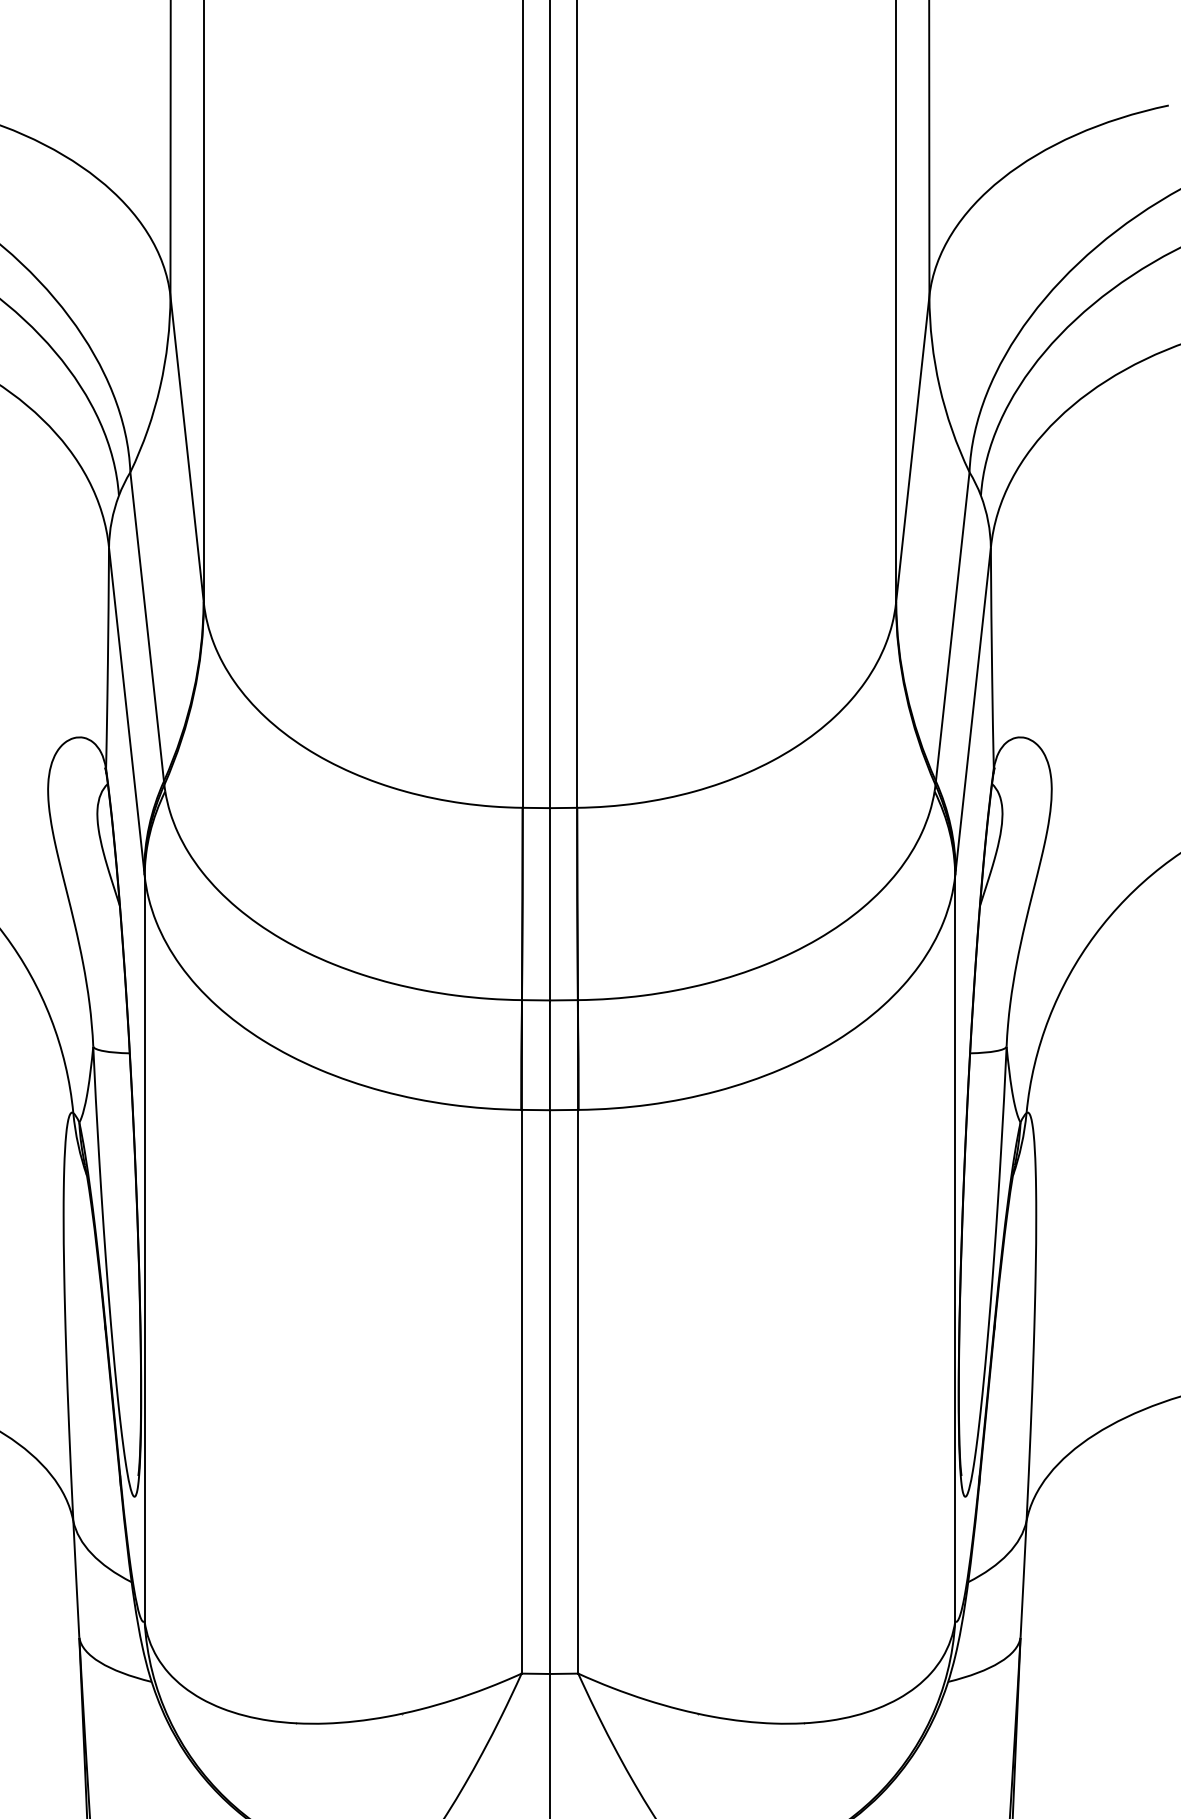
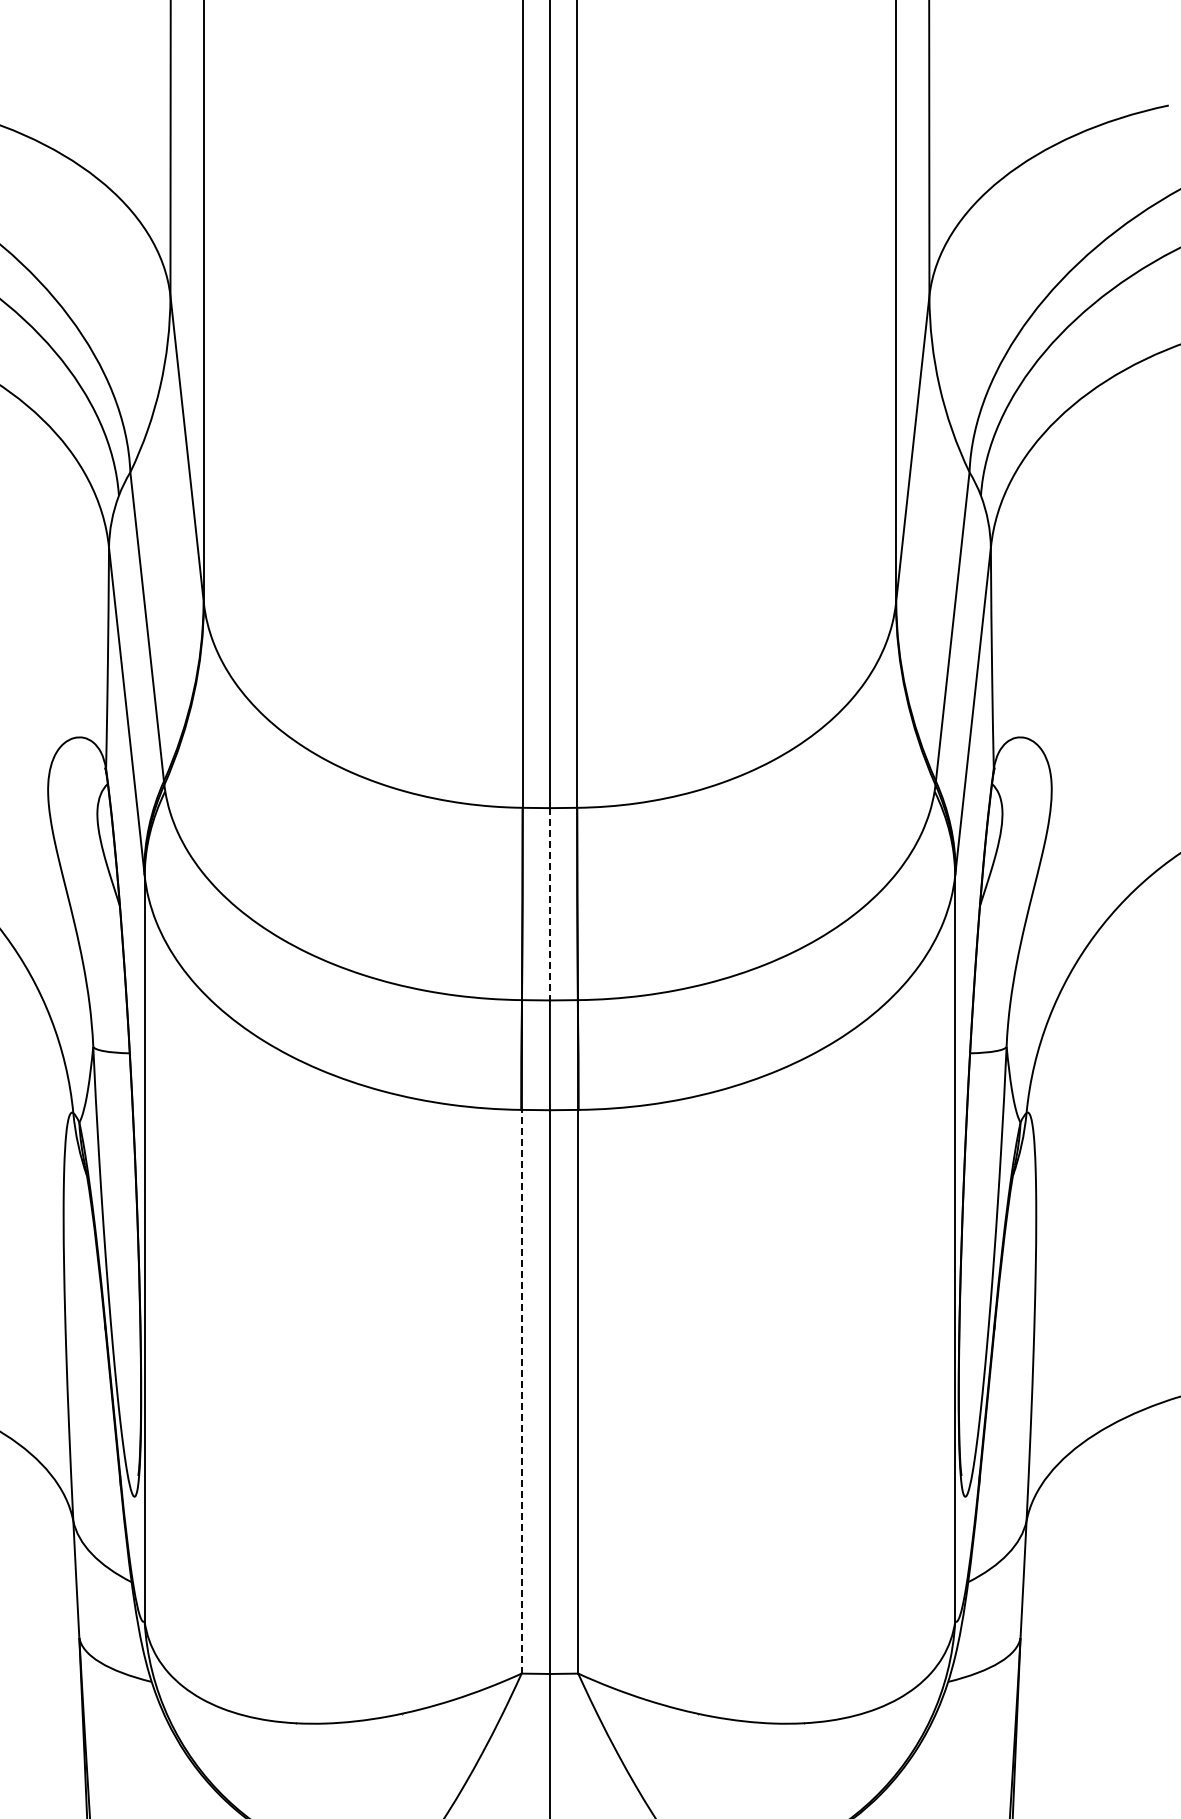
line at (549, 905): solid -> dashed
line at (521, 1391): solid -> dashed
